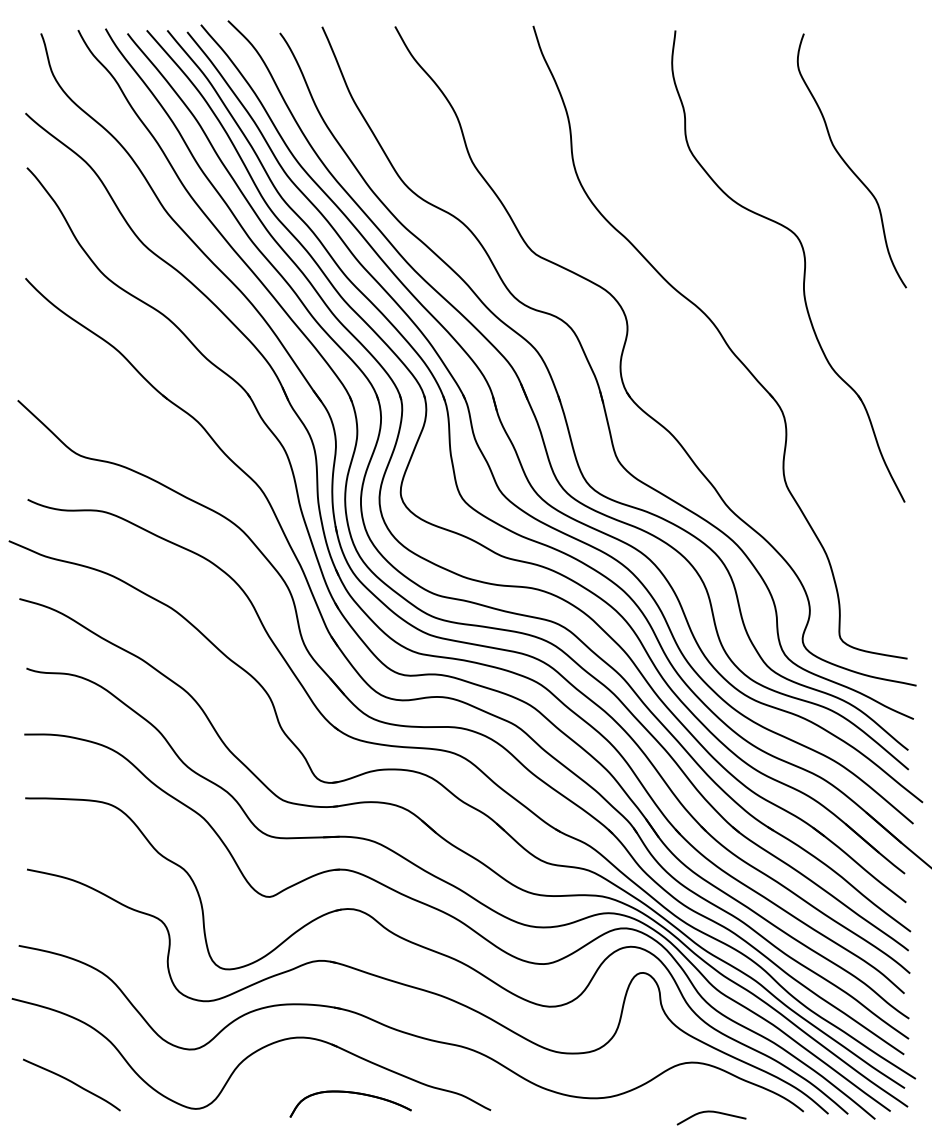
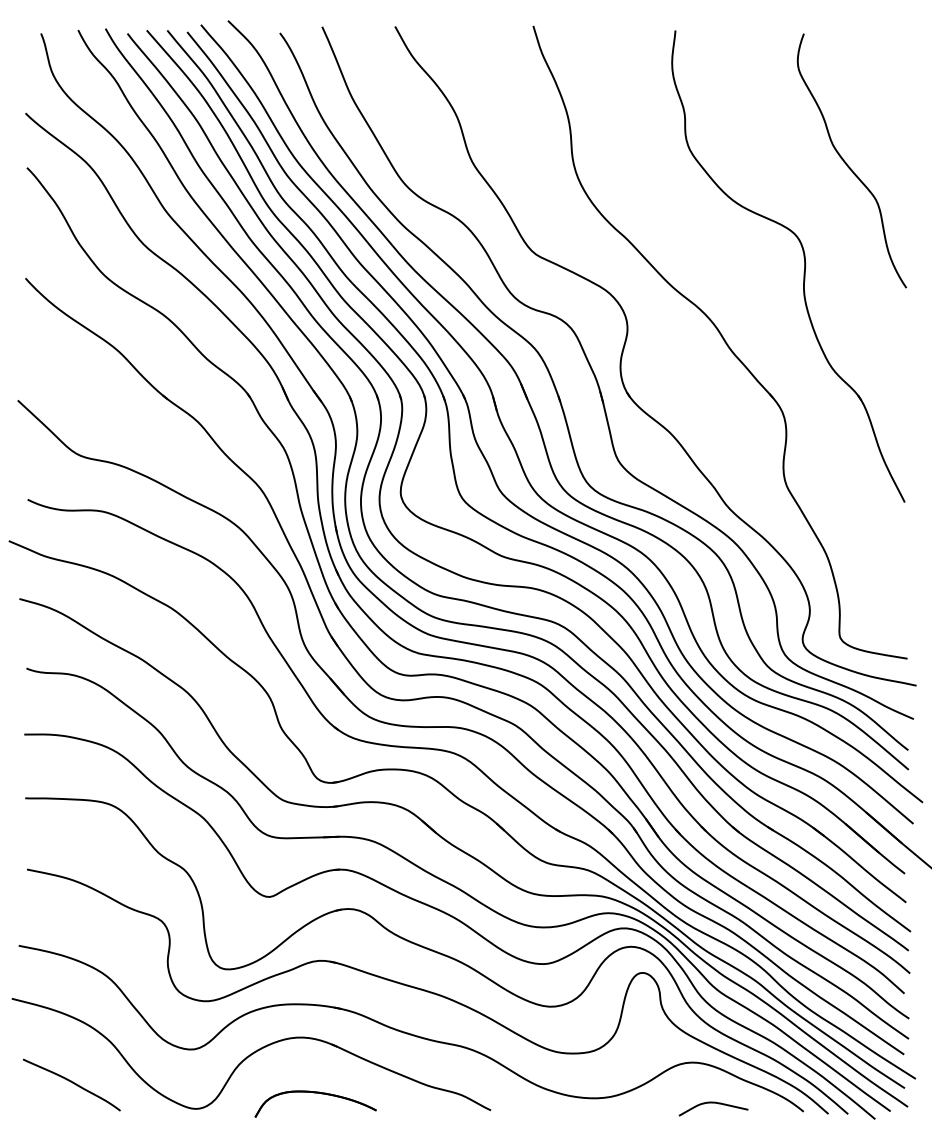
part at (350, 1093) position: (350, 1093) -> (315, 1093)
curve at (711, 1112) position: (711, 1112) -> (713, 1103)
